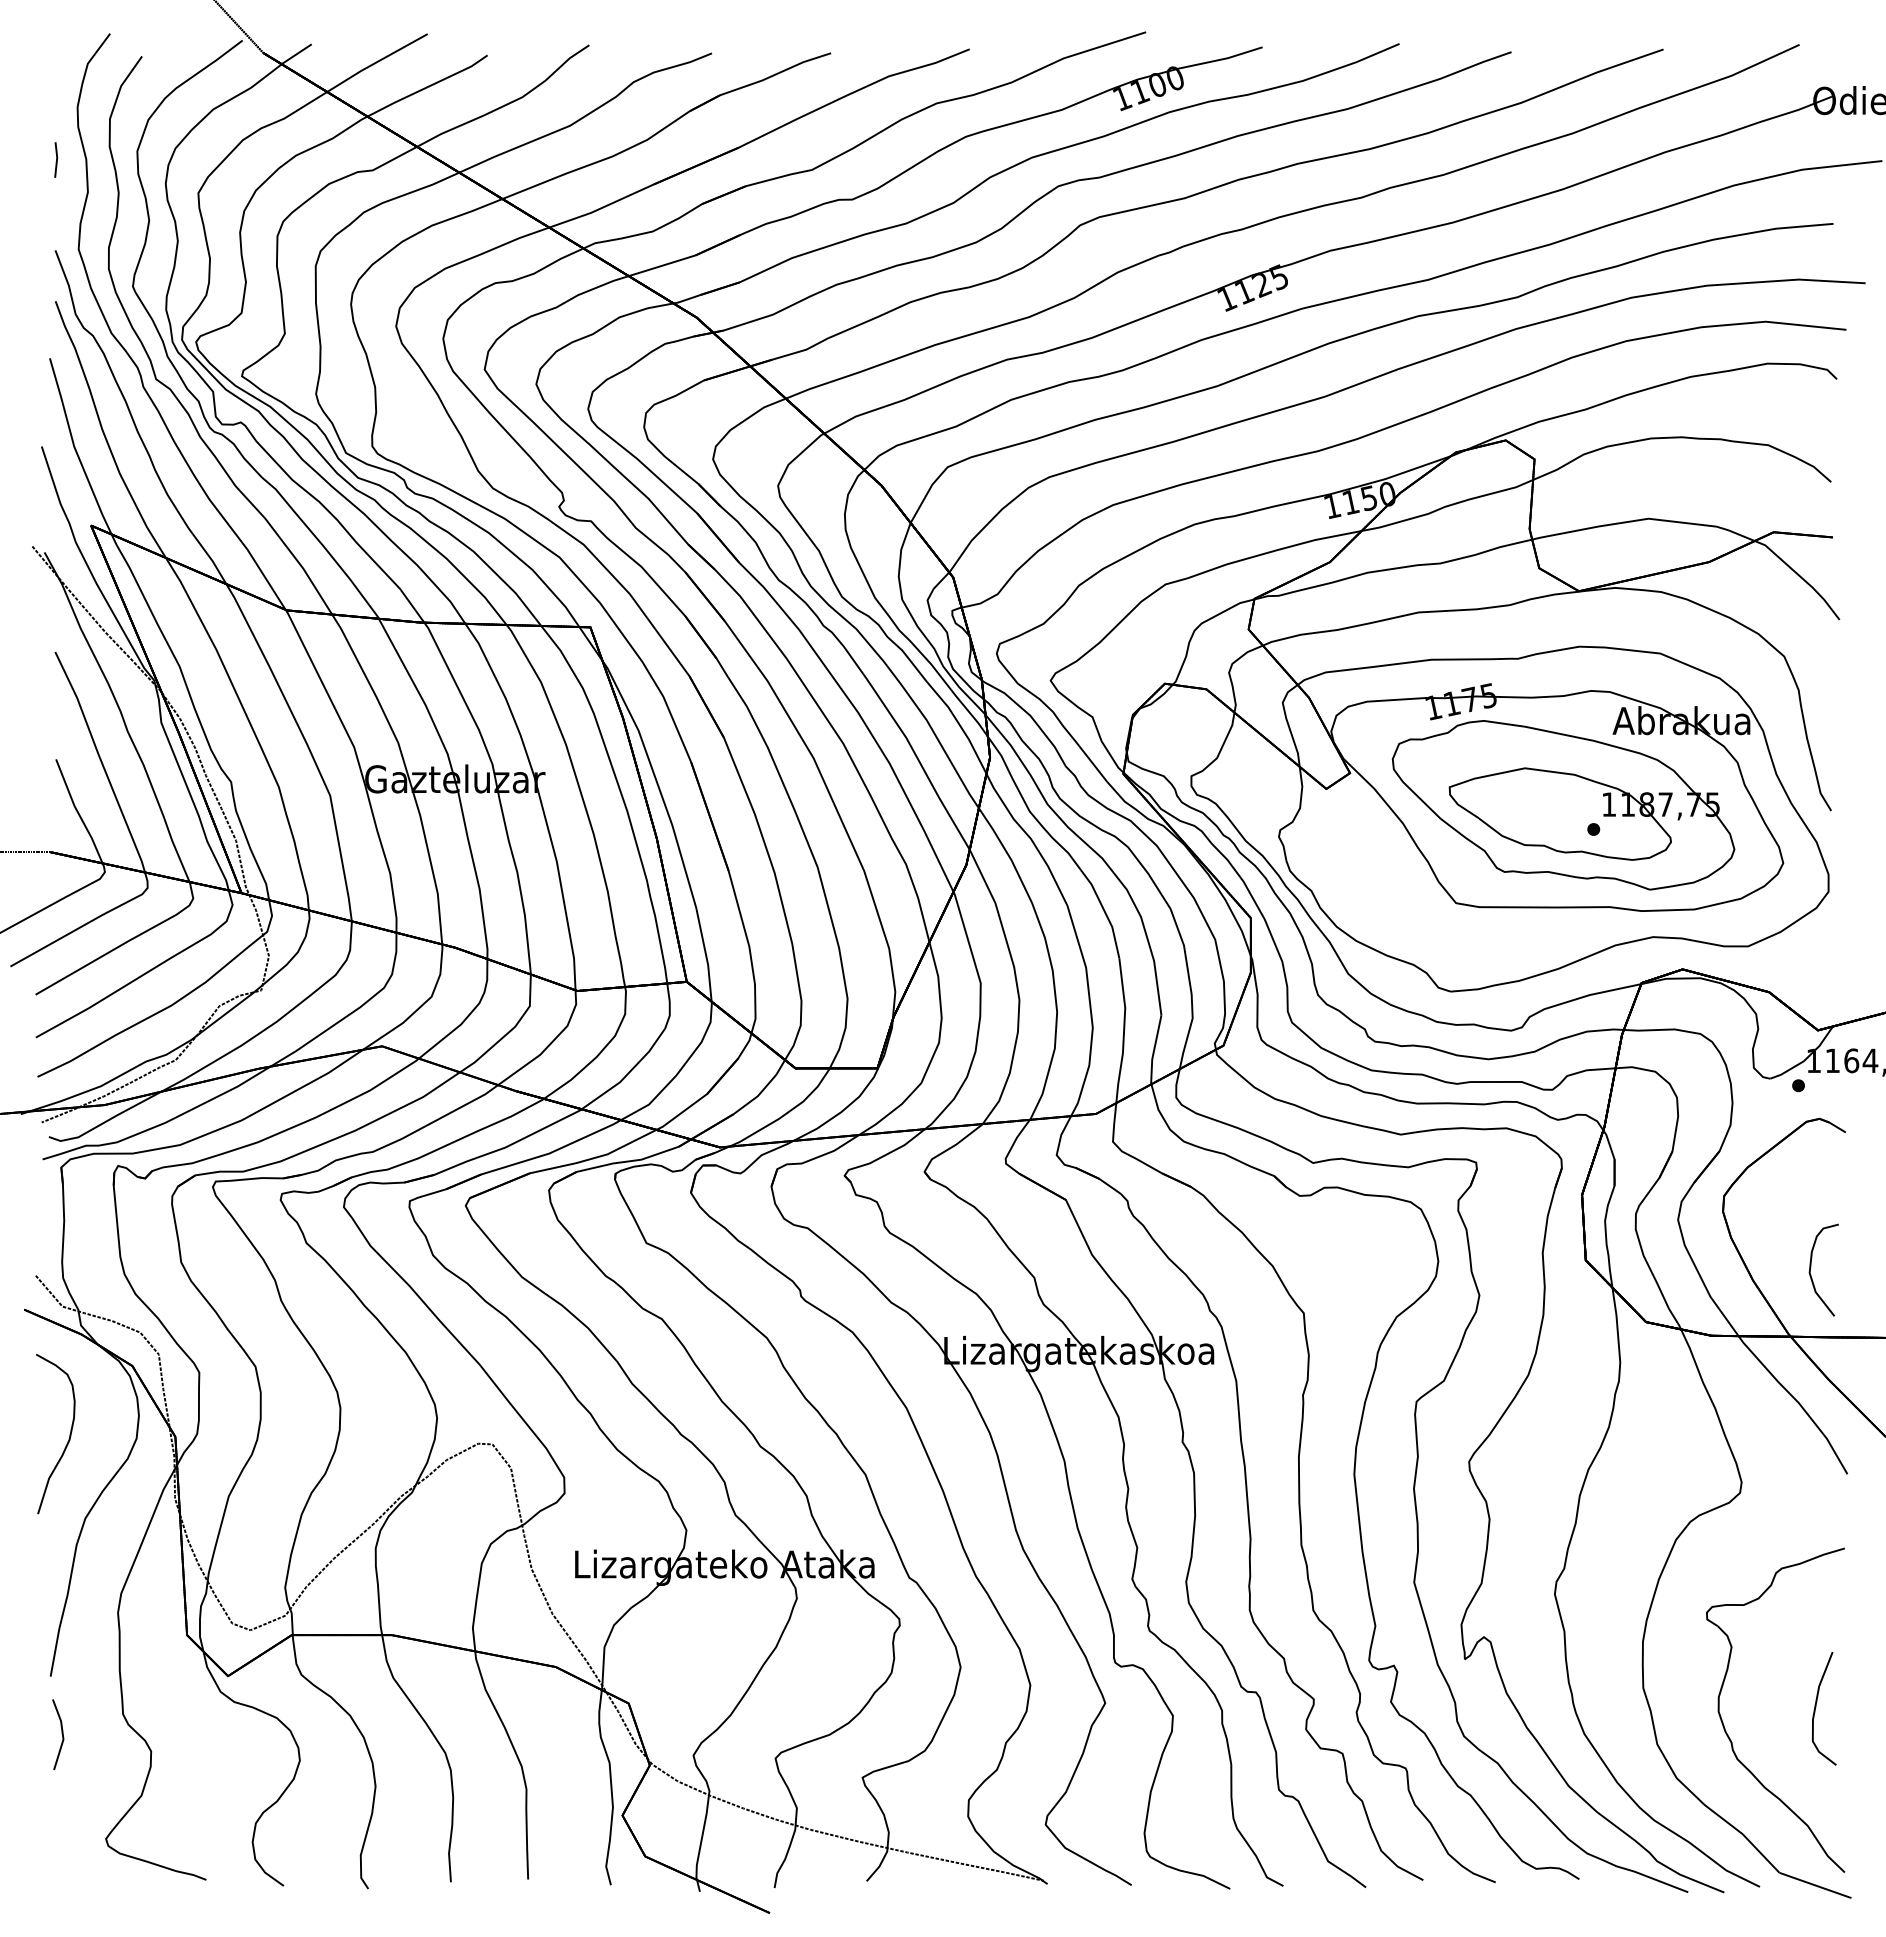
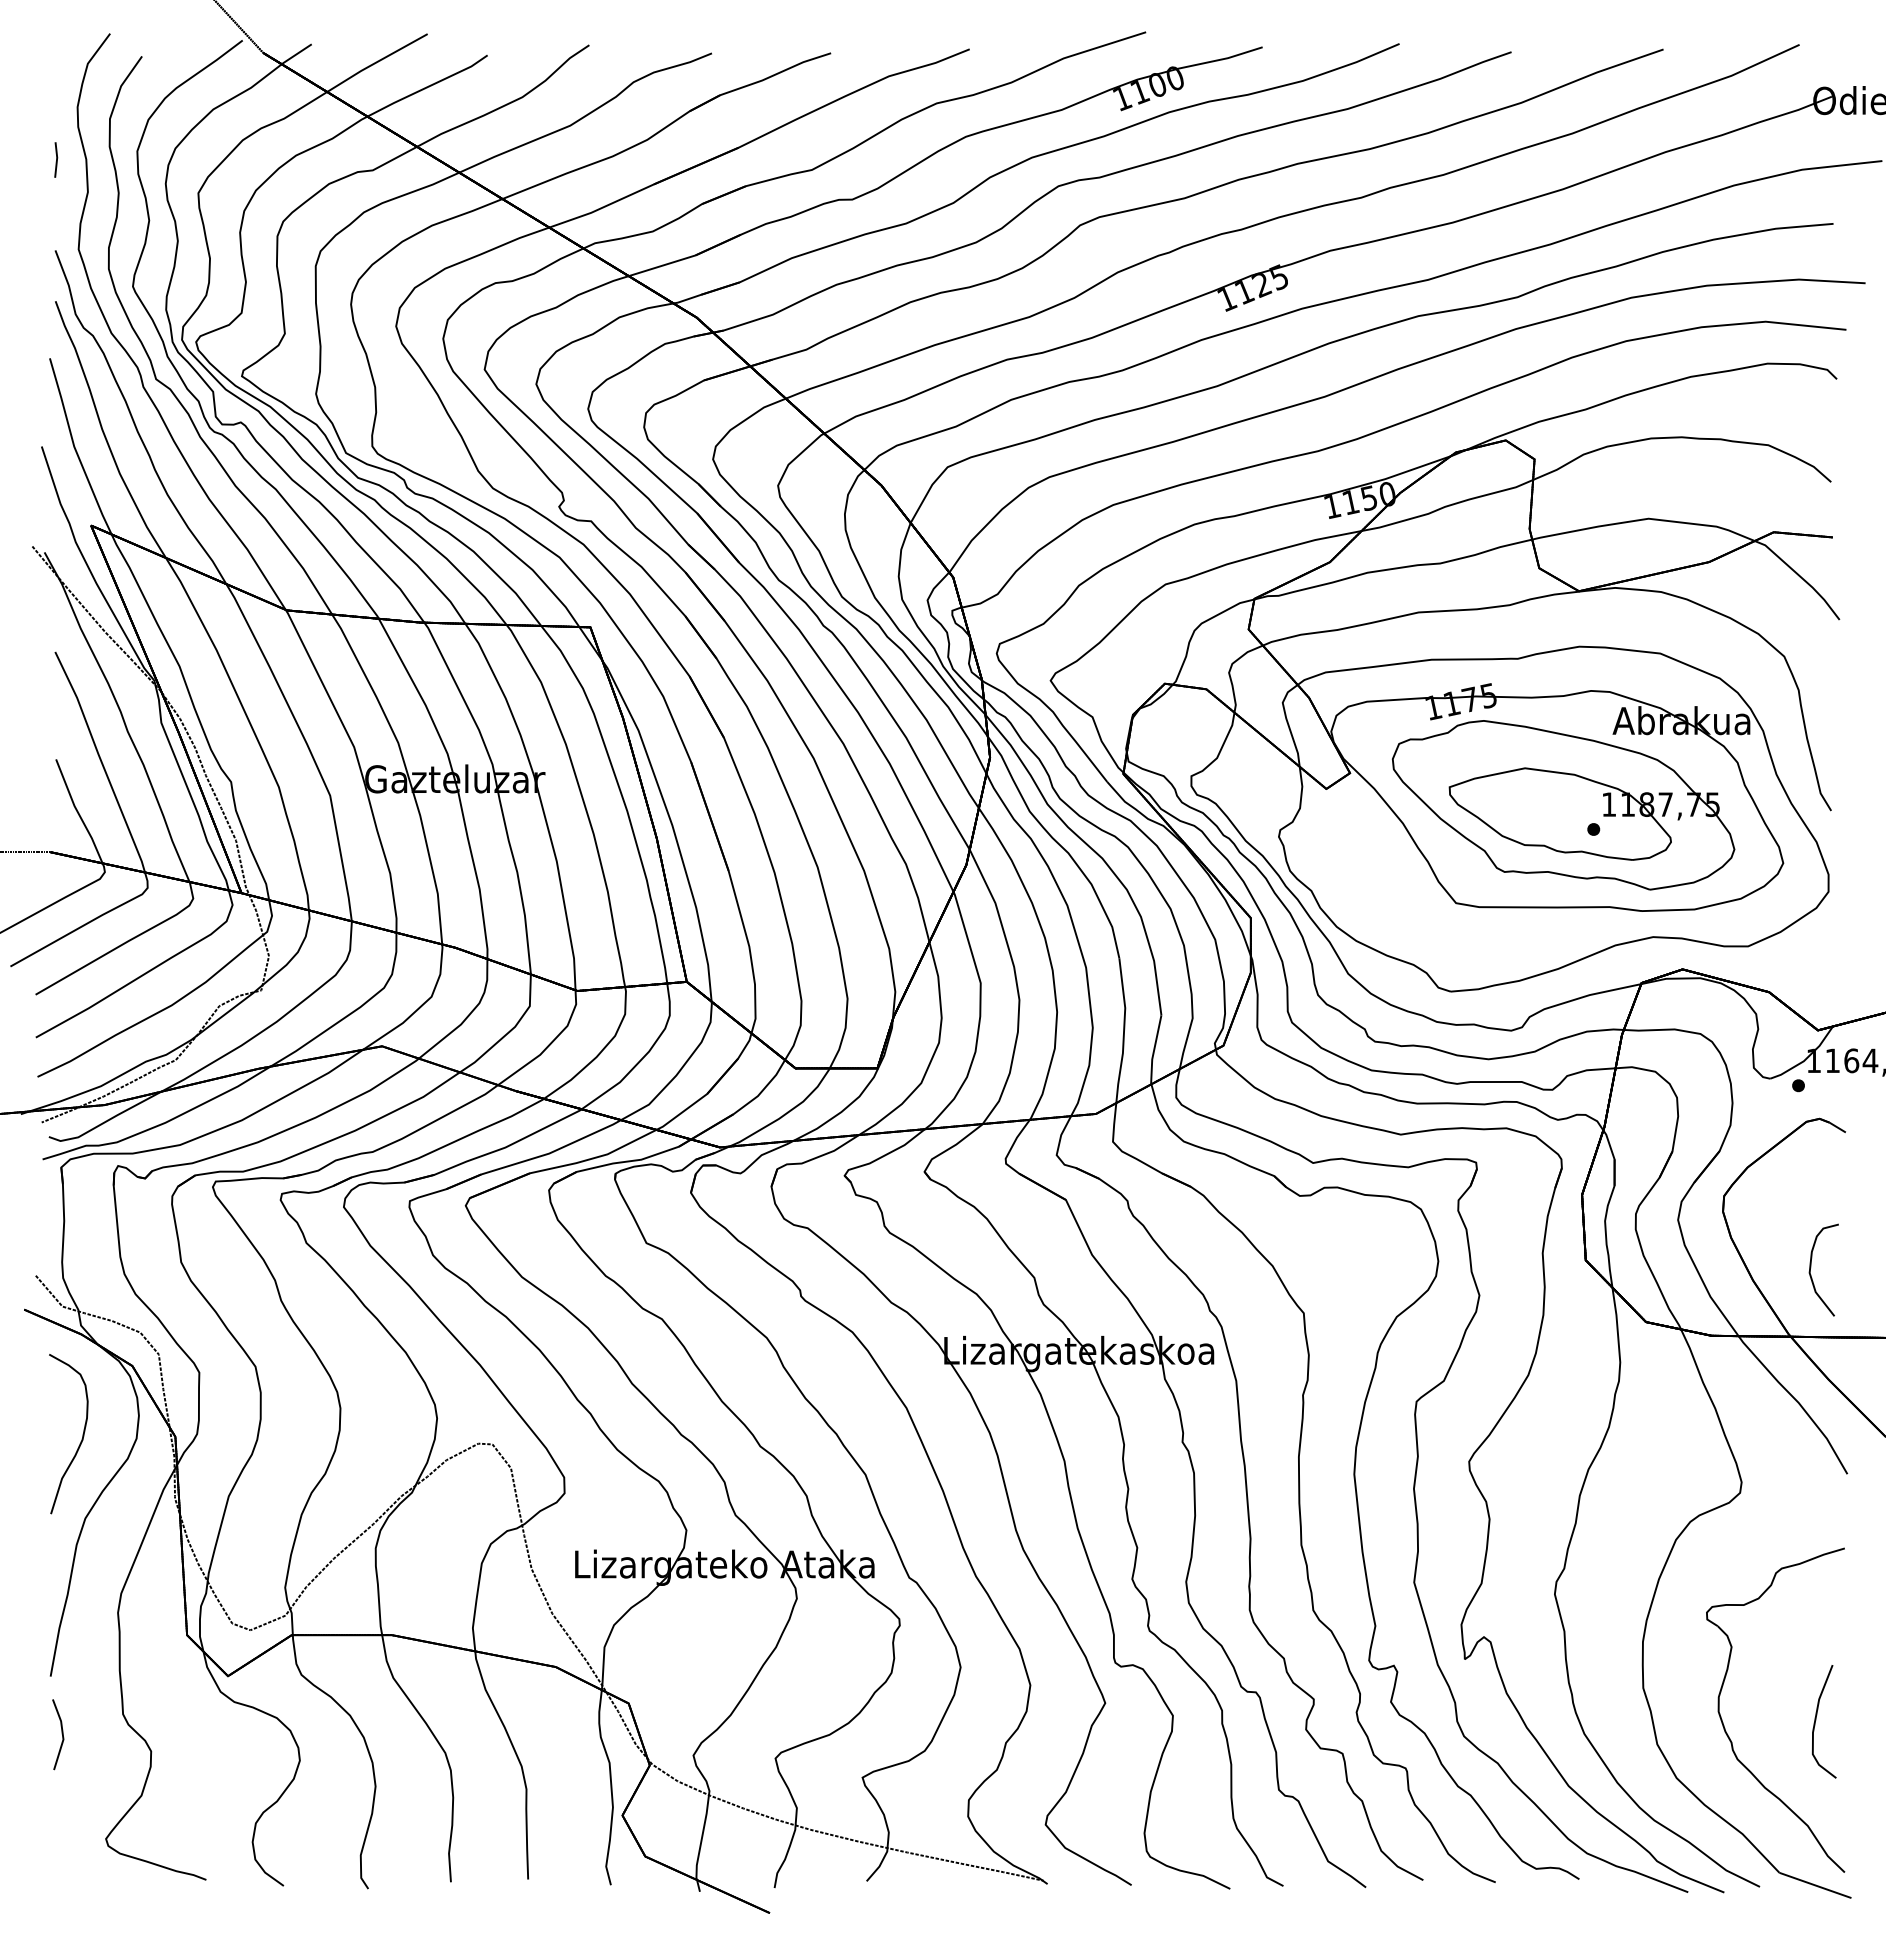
part at (68, 1438) position: (68, 1438) -> (81, 1438)
curve at (1816, 1707) position: (1816, 1707) -> (1816, 1720)
